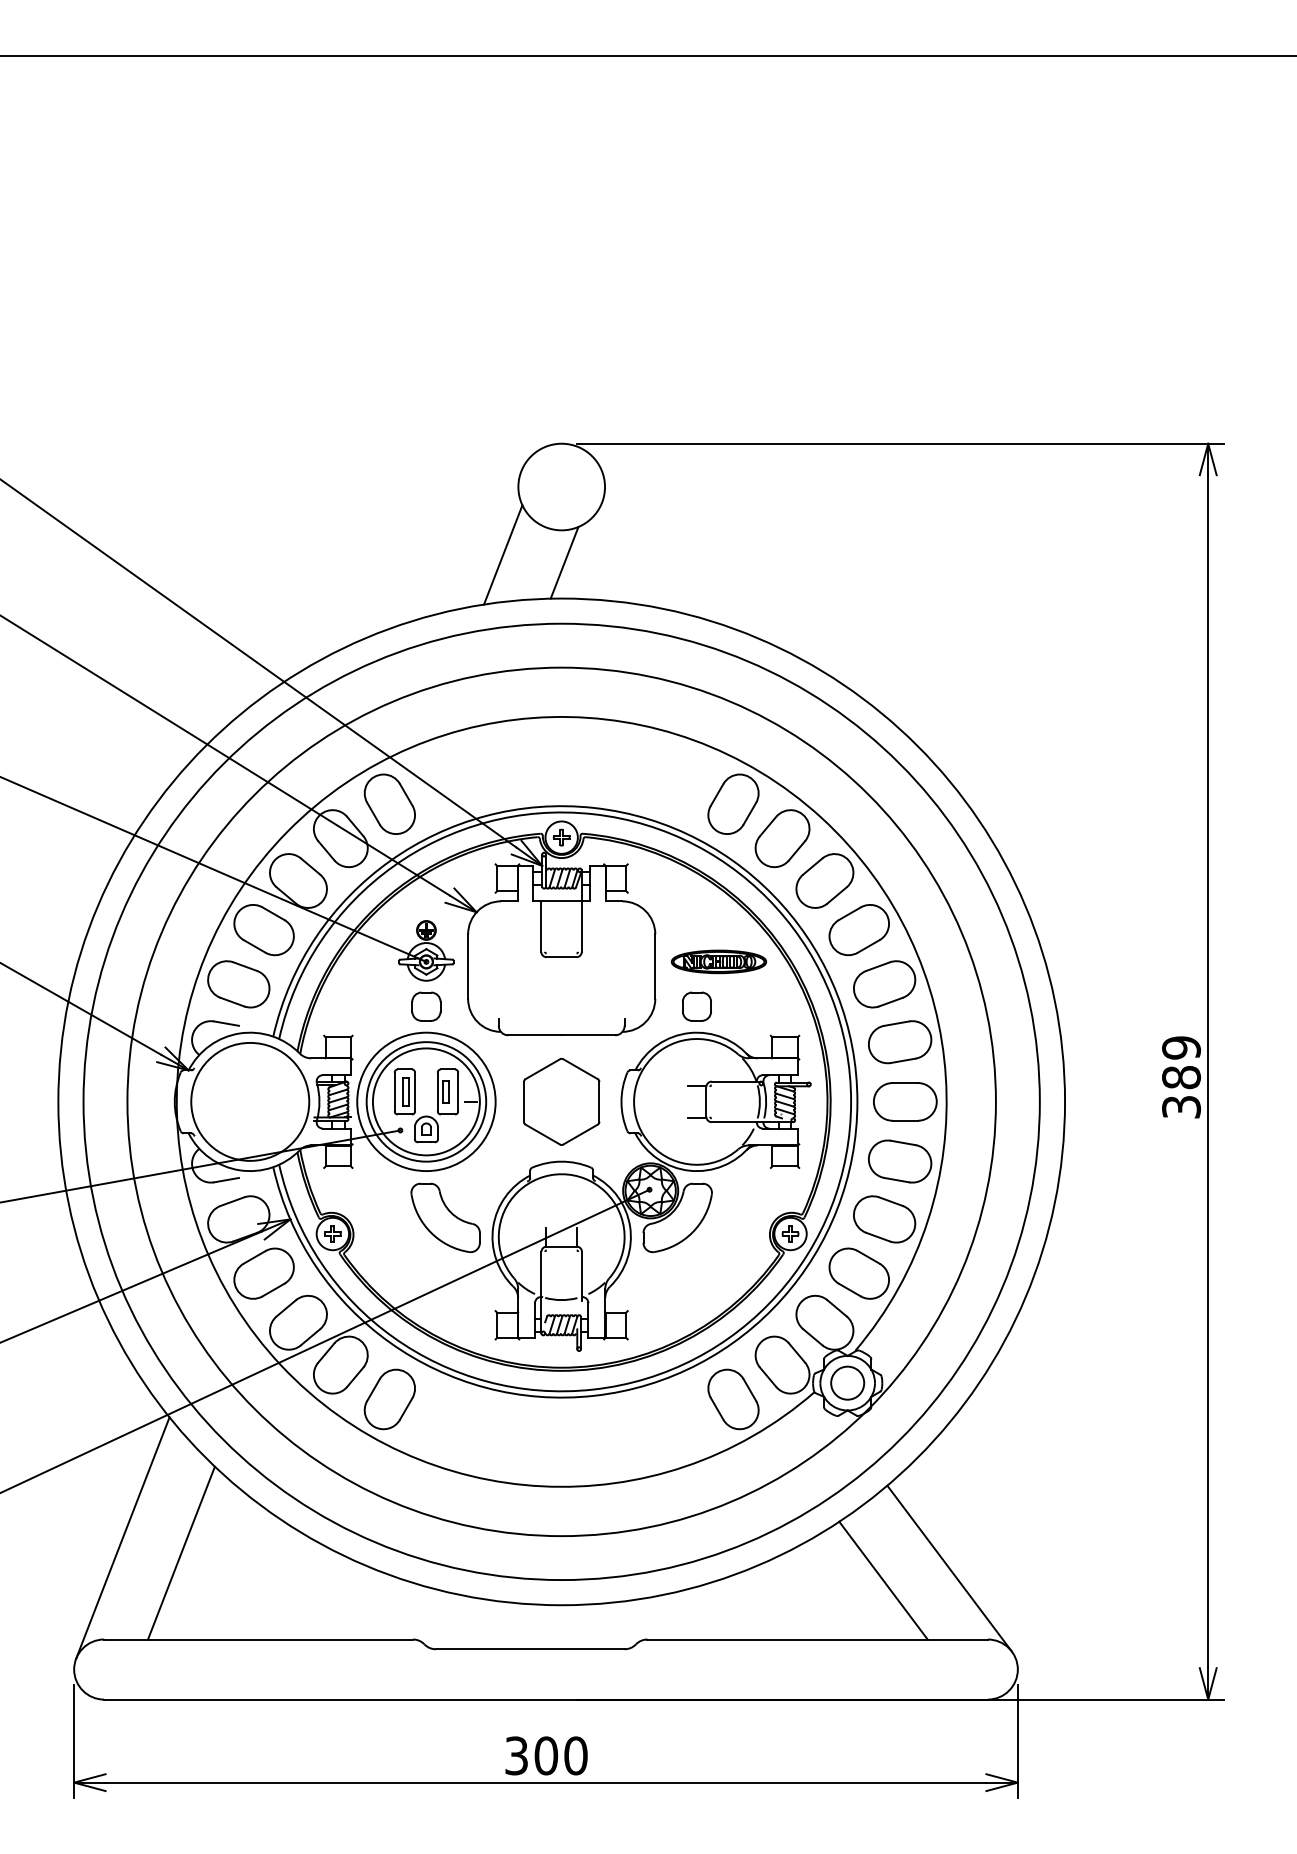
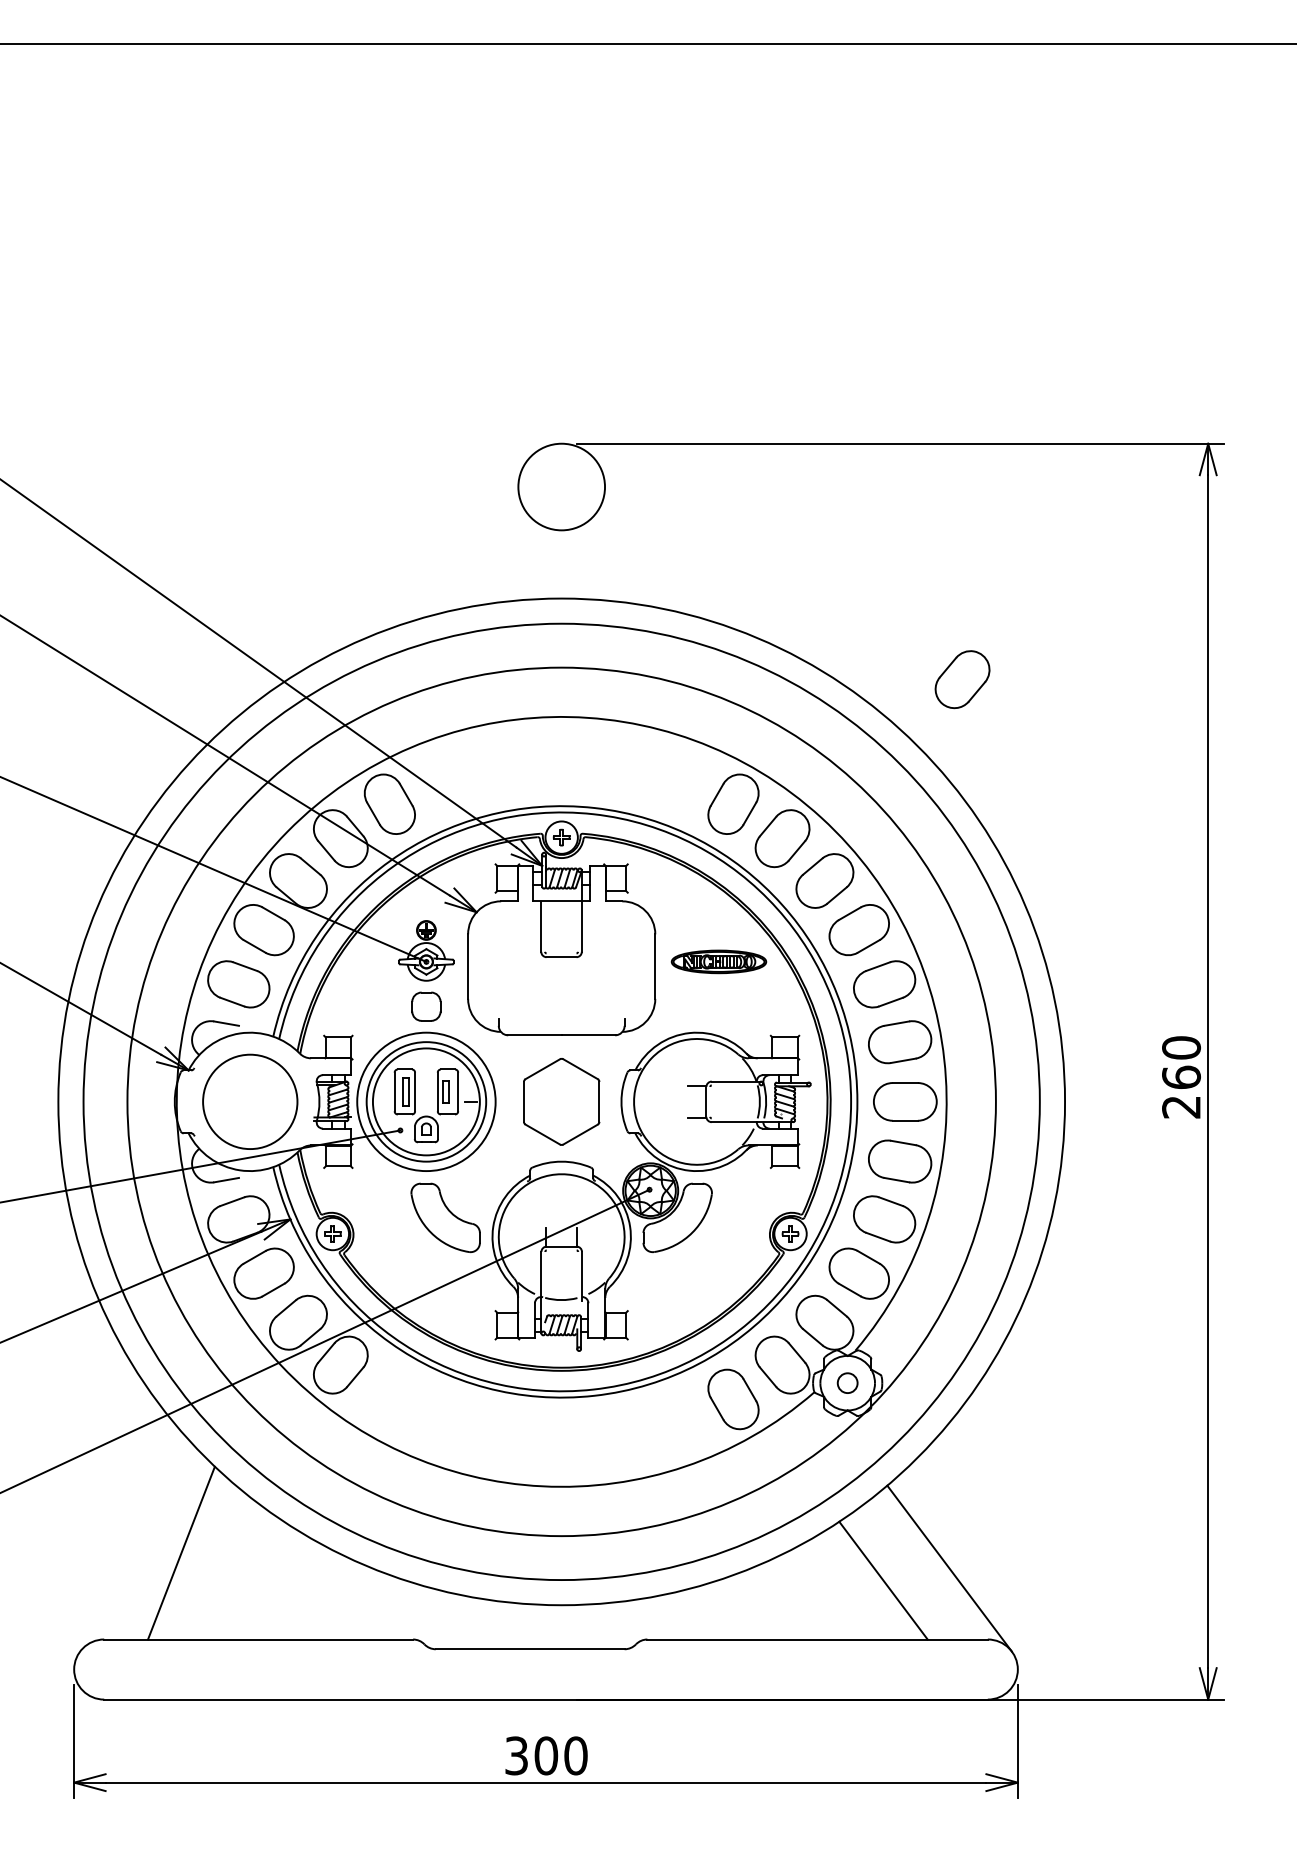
line at (647, 55) position: (647, 55) -> (647, 43)
line at (503, 554): present -> none
line at (564, 562): present -> none
part at (962, 679): none -> present
part at (696, 1006): present -> none
text at (1181, 1077): 389 -> 260
circle at (250, 1101) diameter: 118 px -> 94 px
circle at (847, 1382) diameter: 33 px -> 20 px
part at (389, 1399): present -> none
line at (122, 1537): present -> none
